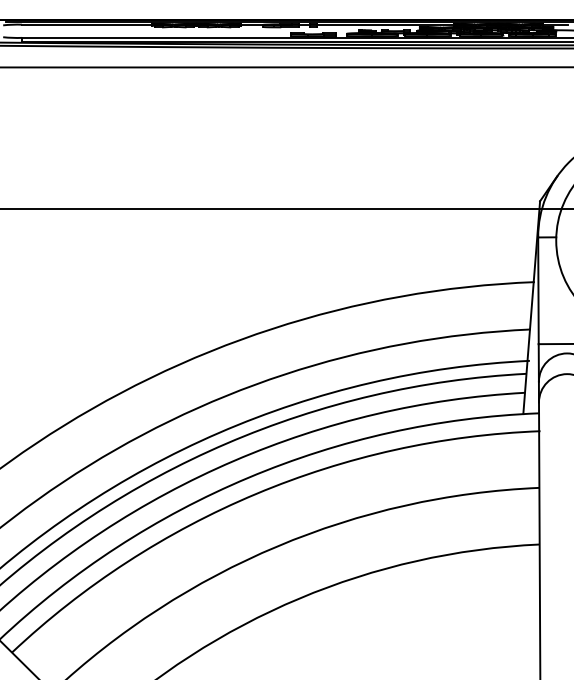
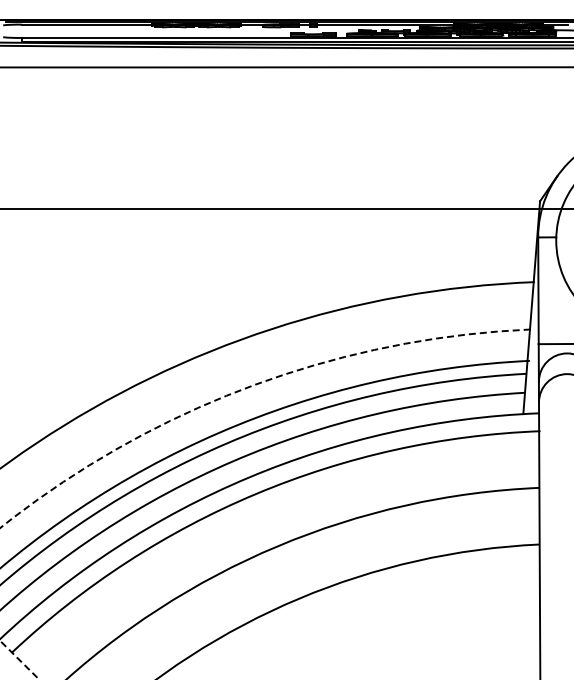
arc at (253, 385): solid -> dashed
line at (19, 659): solid -> dashed
